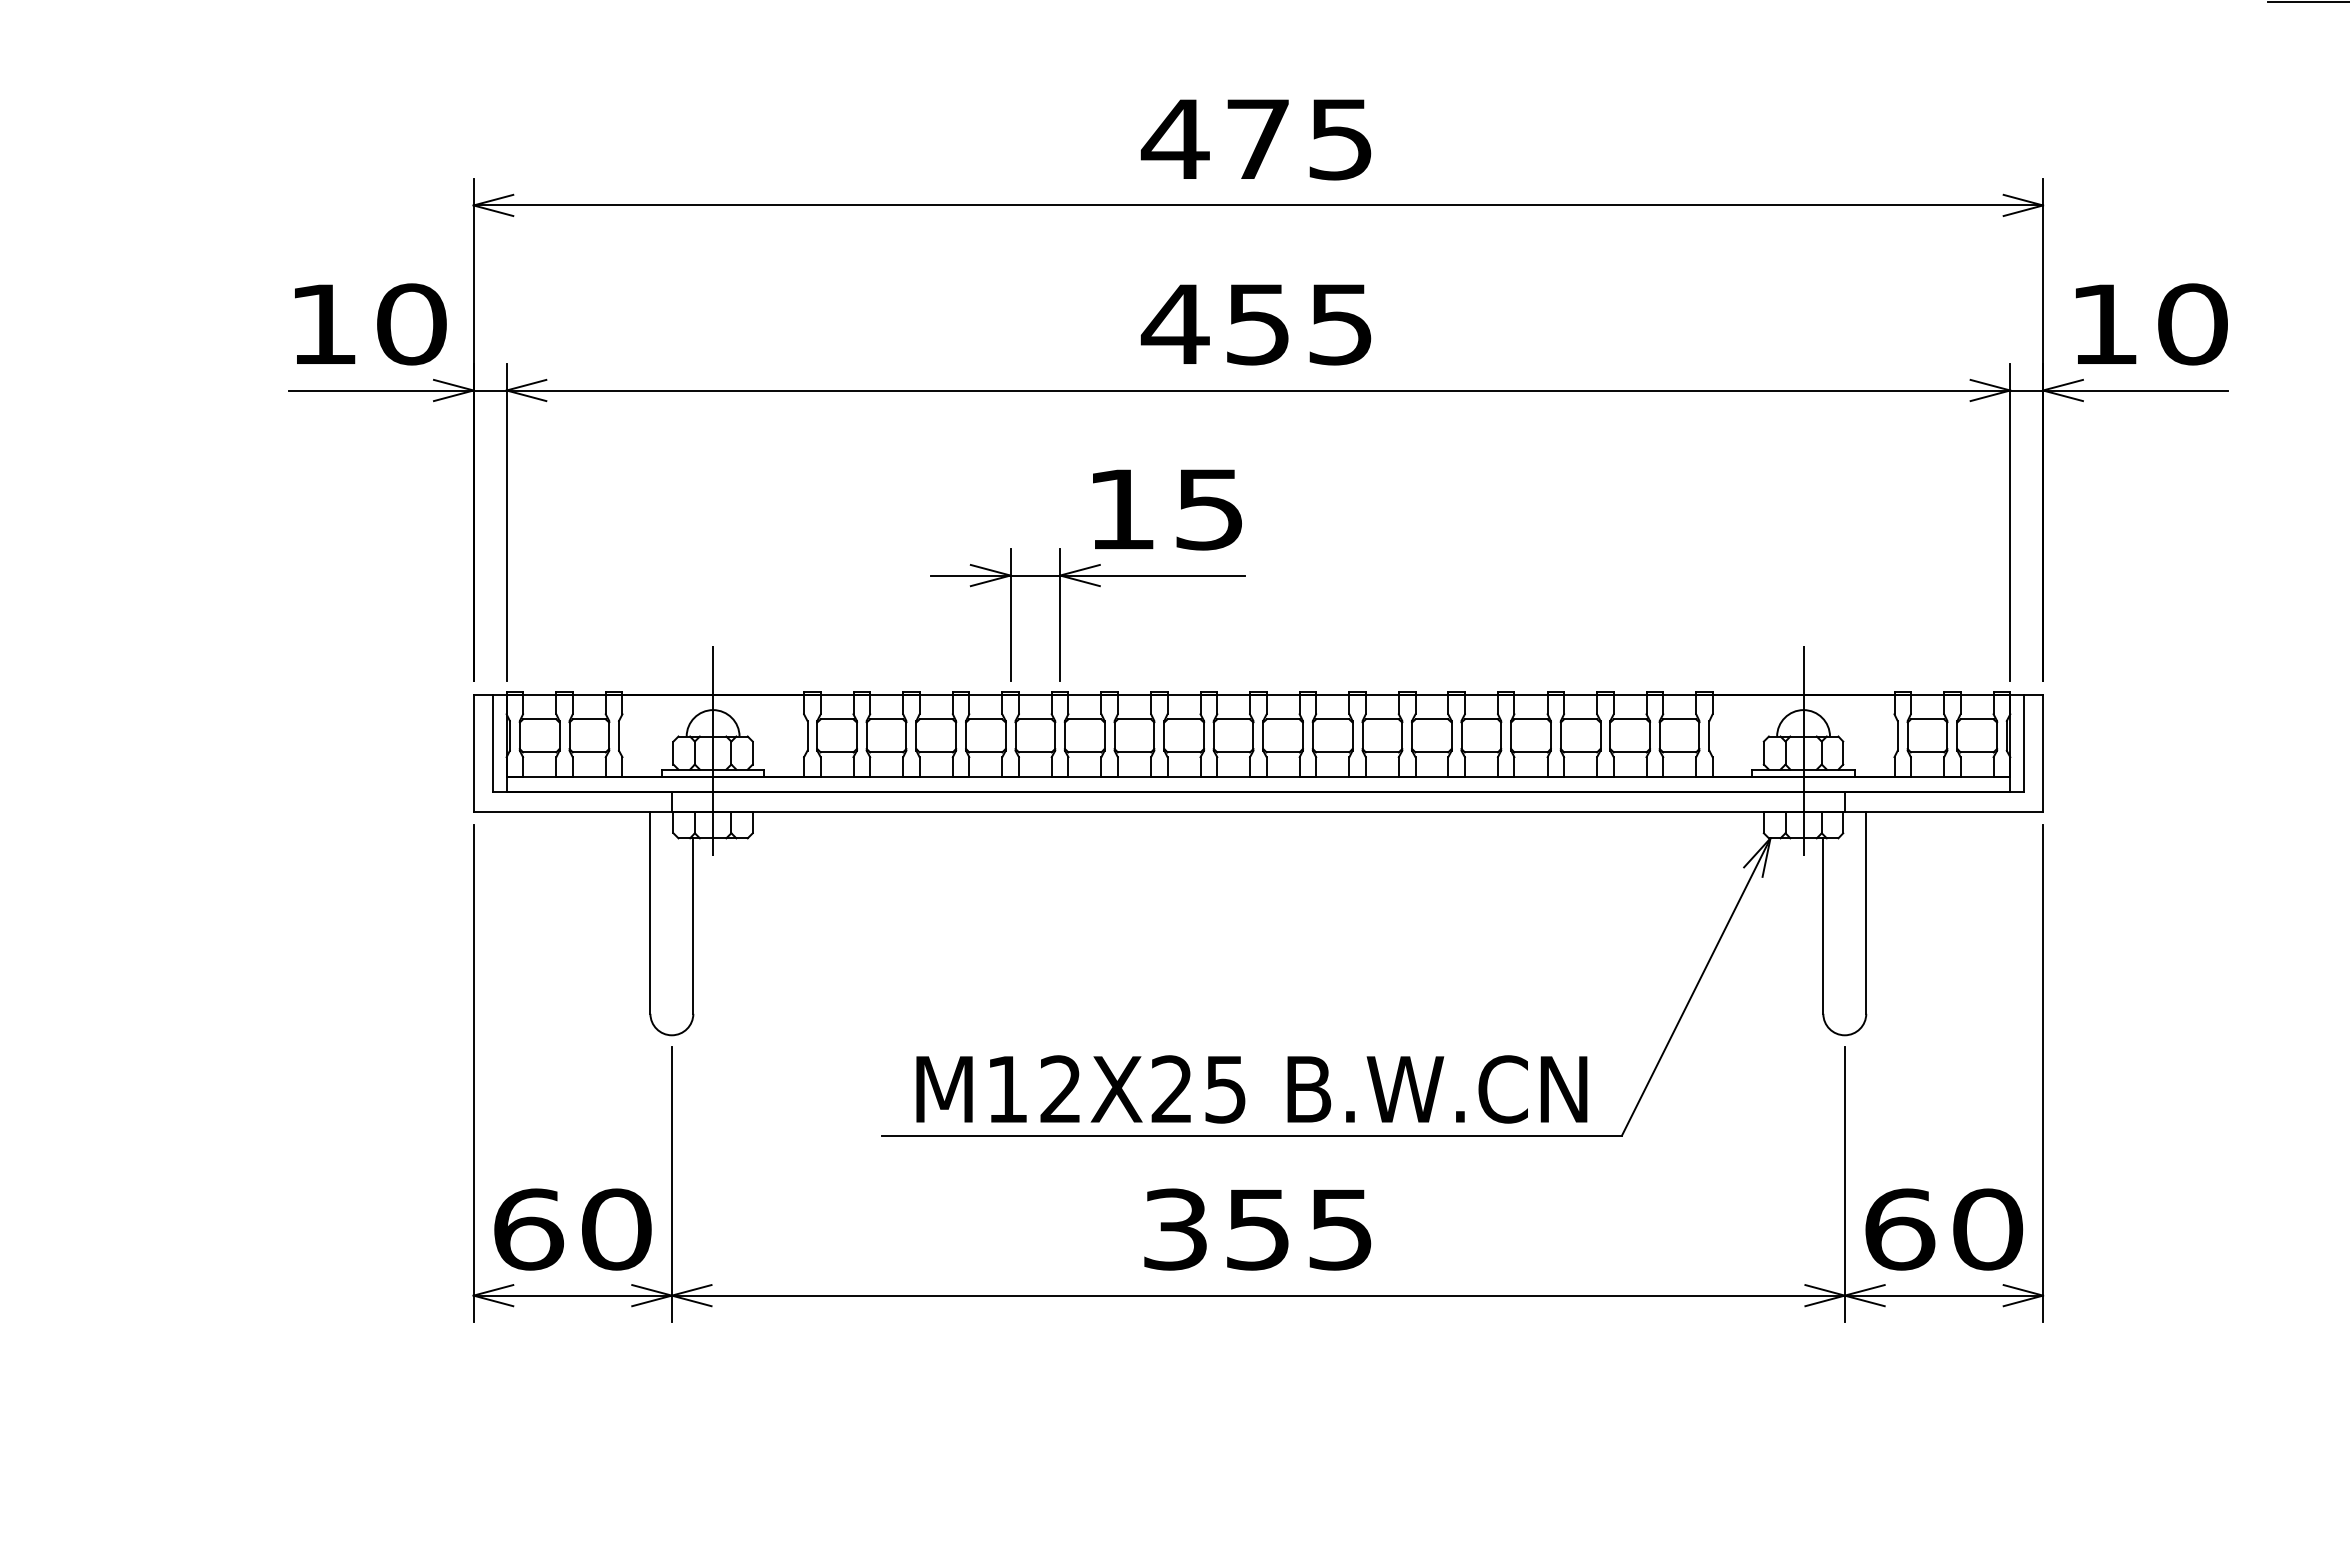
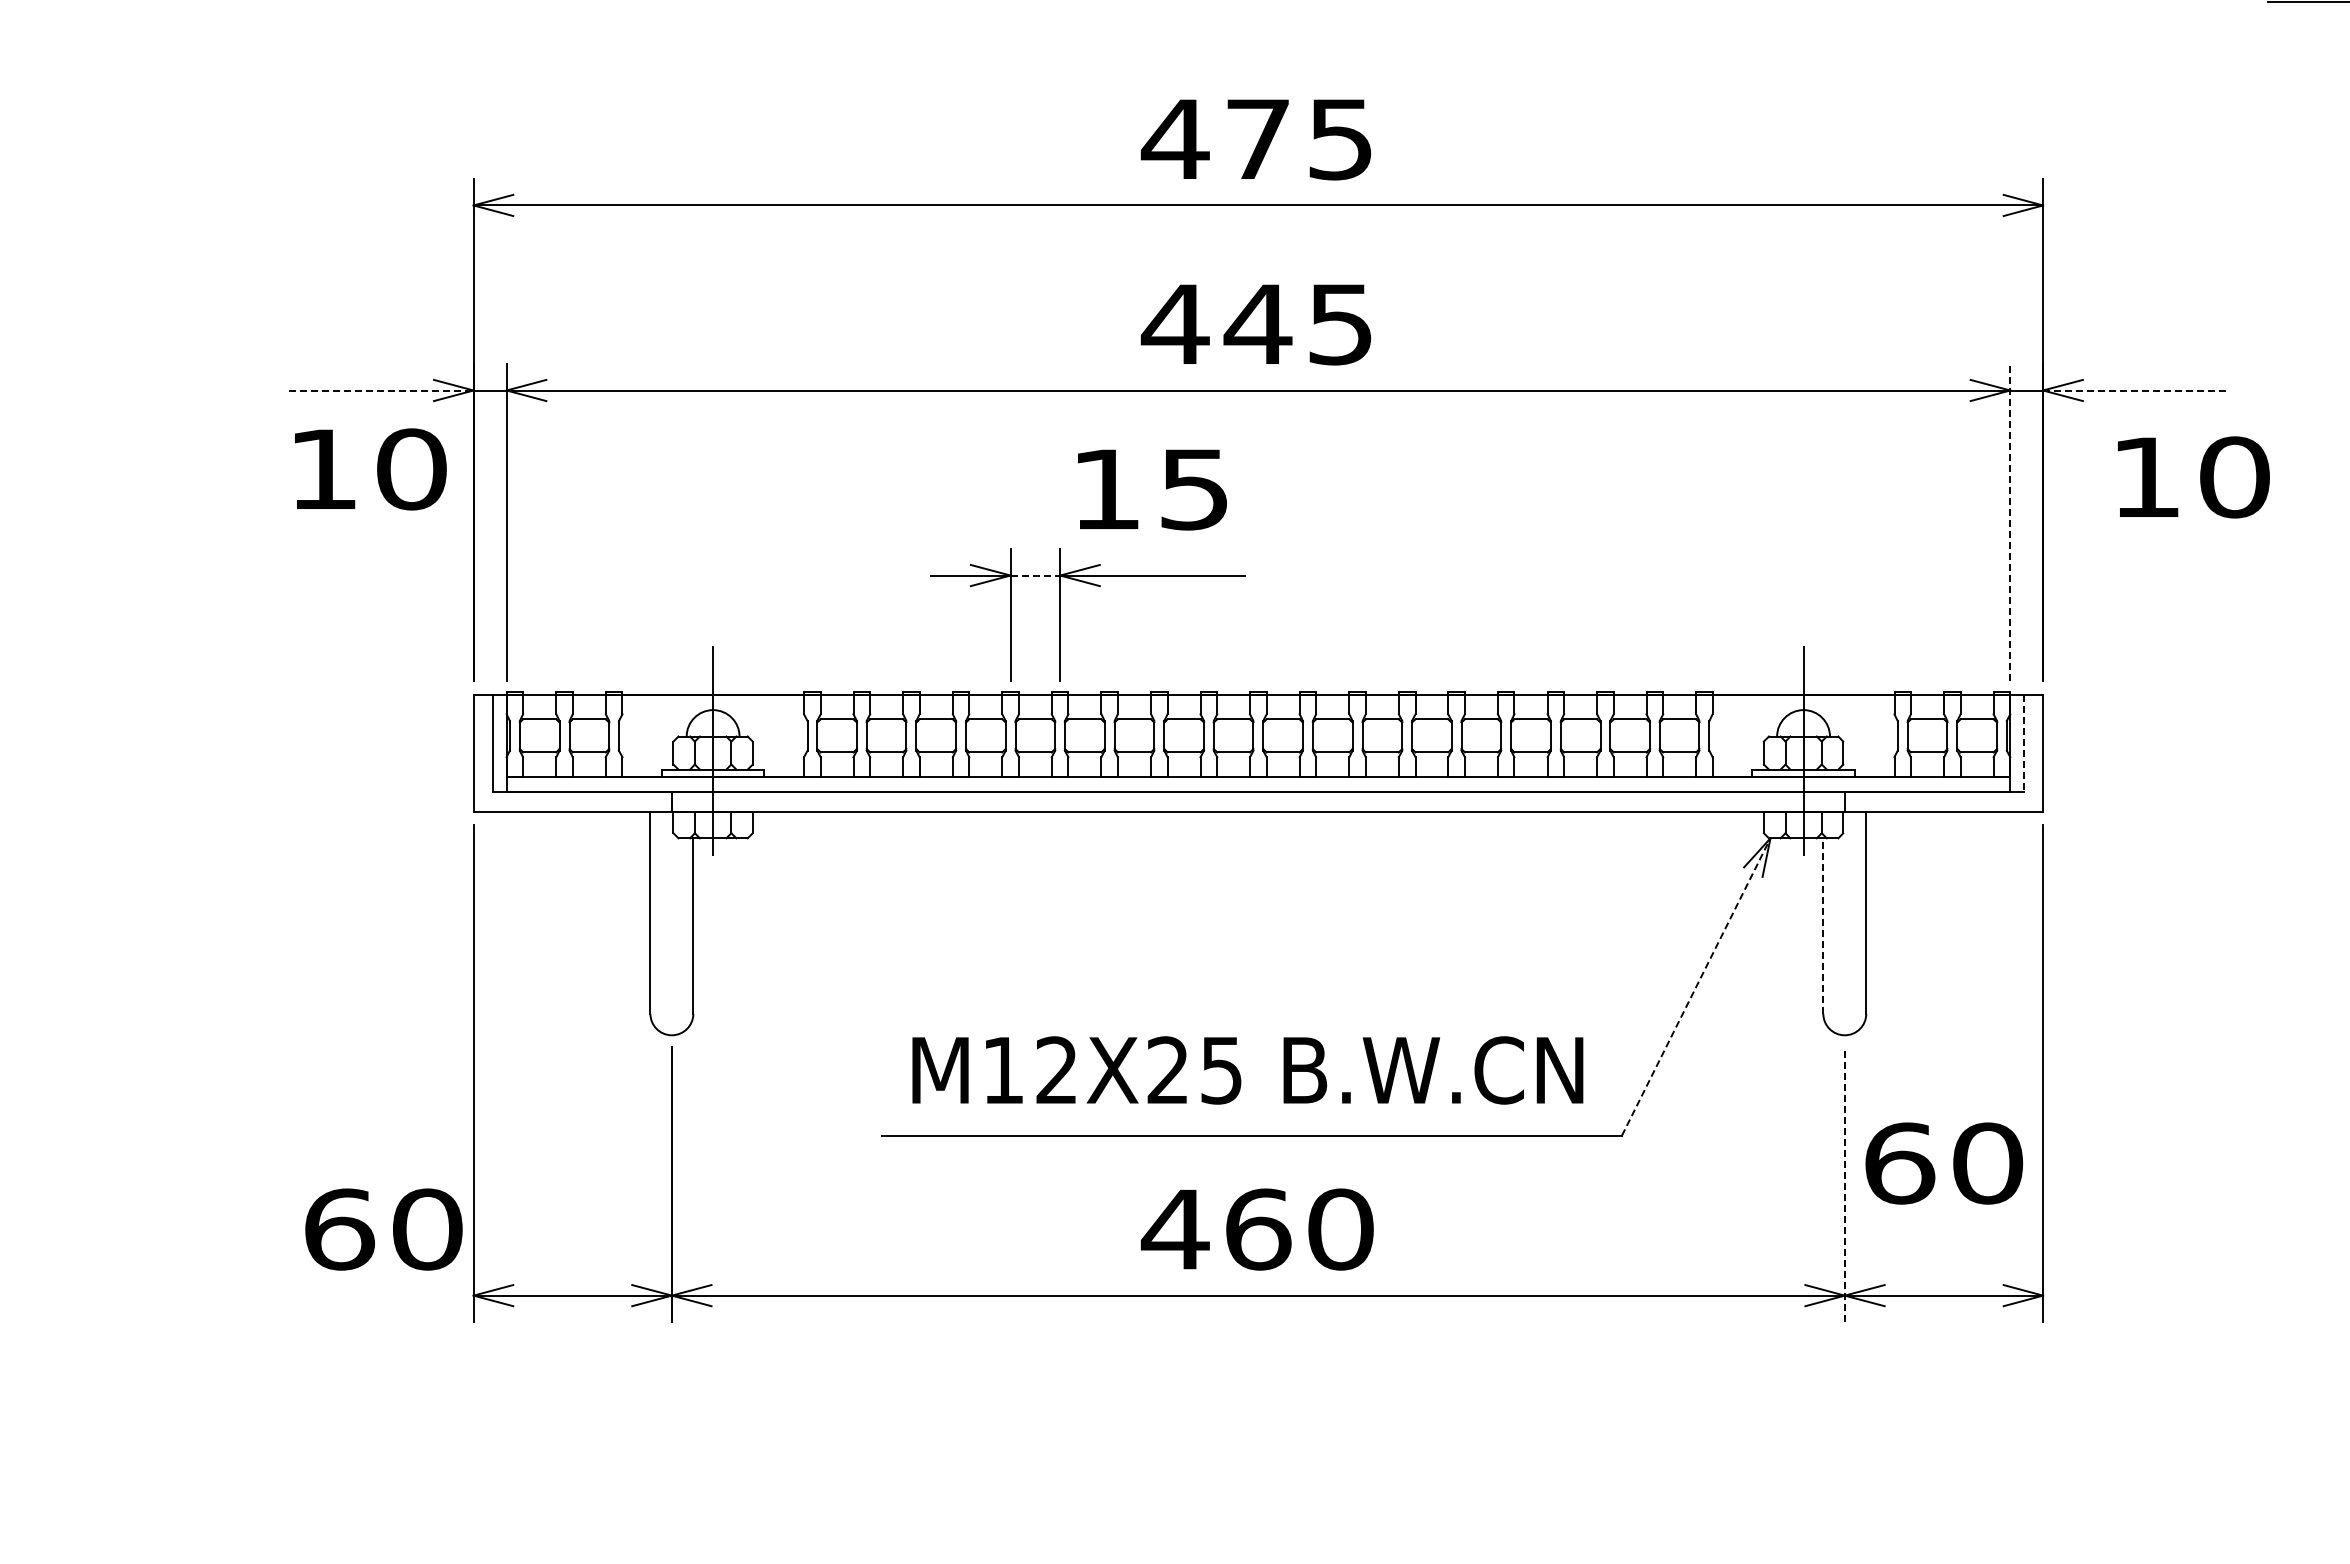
text at (370, 324) position: (370, 324) -> (370, 469)
text at (1257, 324): 455 -> 445
text at (2151, 324) position: (2151, 324) -> (2193, 477)
line at (381, 390): solid -> dashed
line at (2135, 390): solid -> dashed
text at (1167, 509) position: (1167, 509) -> (1152, 489)
line at (2010, 522): solid -> dashed
line at (1035, 575): solid -> dashed
line at (2023, 743): solid -> dashed
line at (1823, 926): solid -> dashed
line at (1696, 986): solid -> dashed
text at (1251, 1089) position: (1251, 1089) -> (1247, 1070)
line at (1844, 1184): solid -> dashed
text at (572, 1229) position: (572, 1229) -> (383, 1229)
text at (1256, 1229): 355 -> 460
text at (1944, 1229) position: (1944, 1229) -> (1944, 1163)
